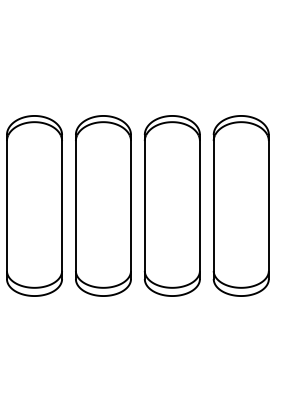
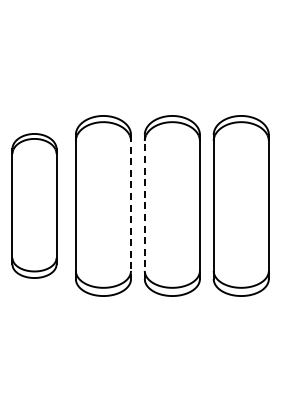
part at (34, 205) size: 57x182 px -> 47x146 px
line at (144, 206): solid -> dashed
line at (131, 207): solid -> dashed
